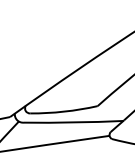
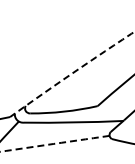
arc at (71, 73): solid -> dashed
arc at (54, 143): solid -> dashed
